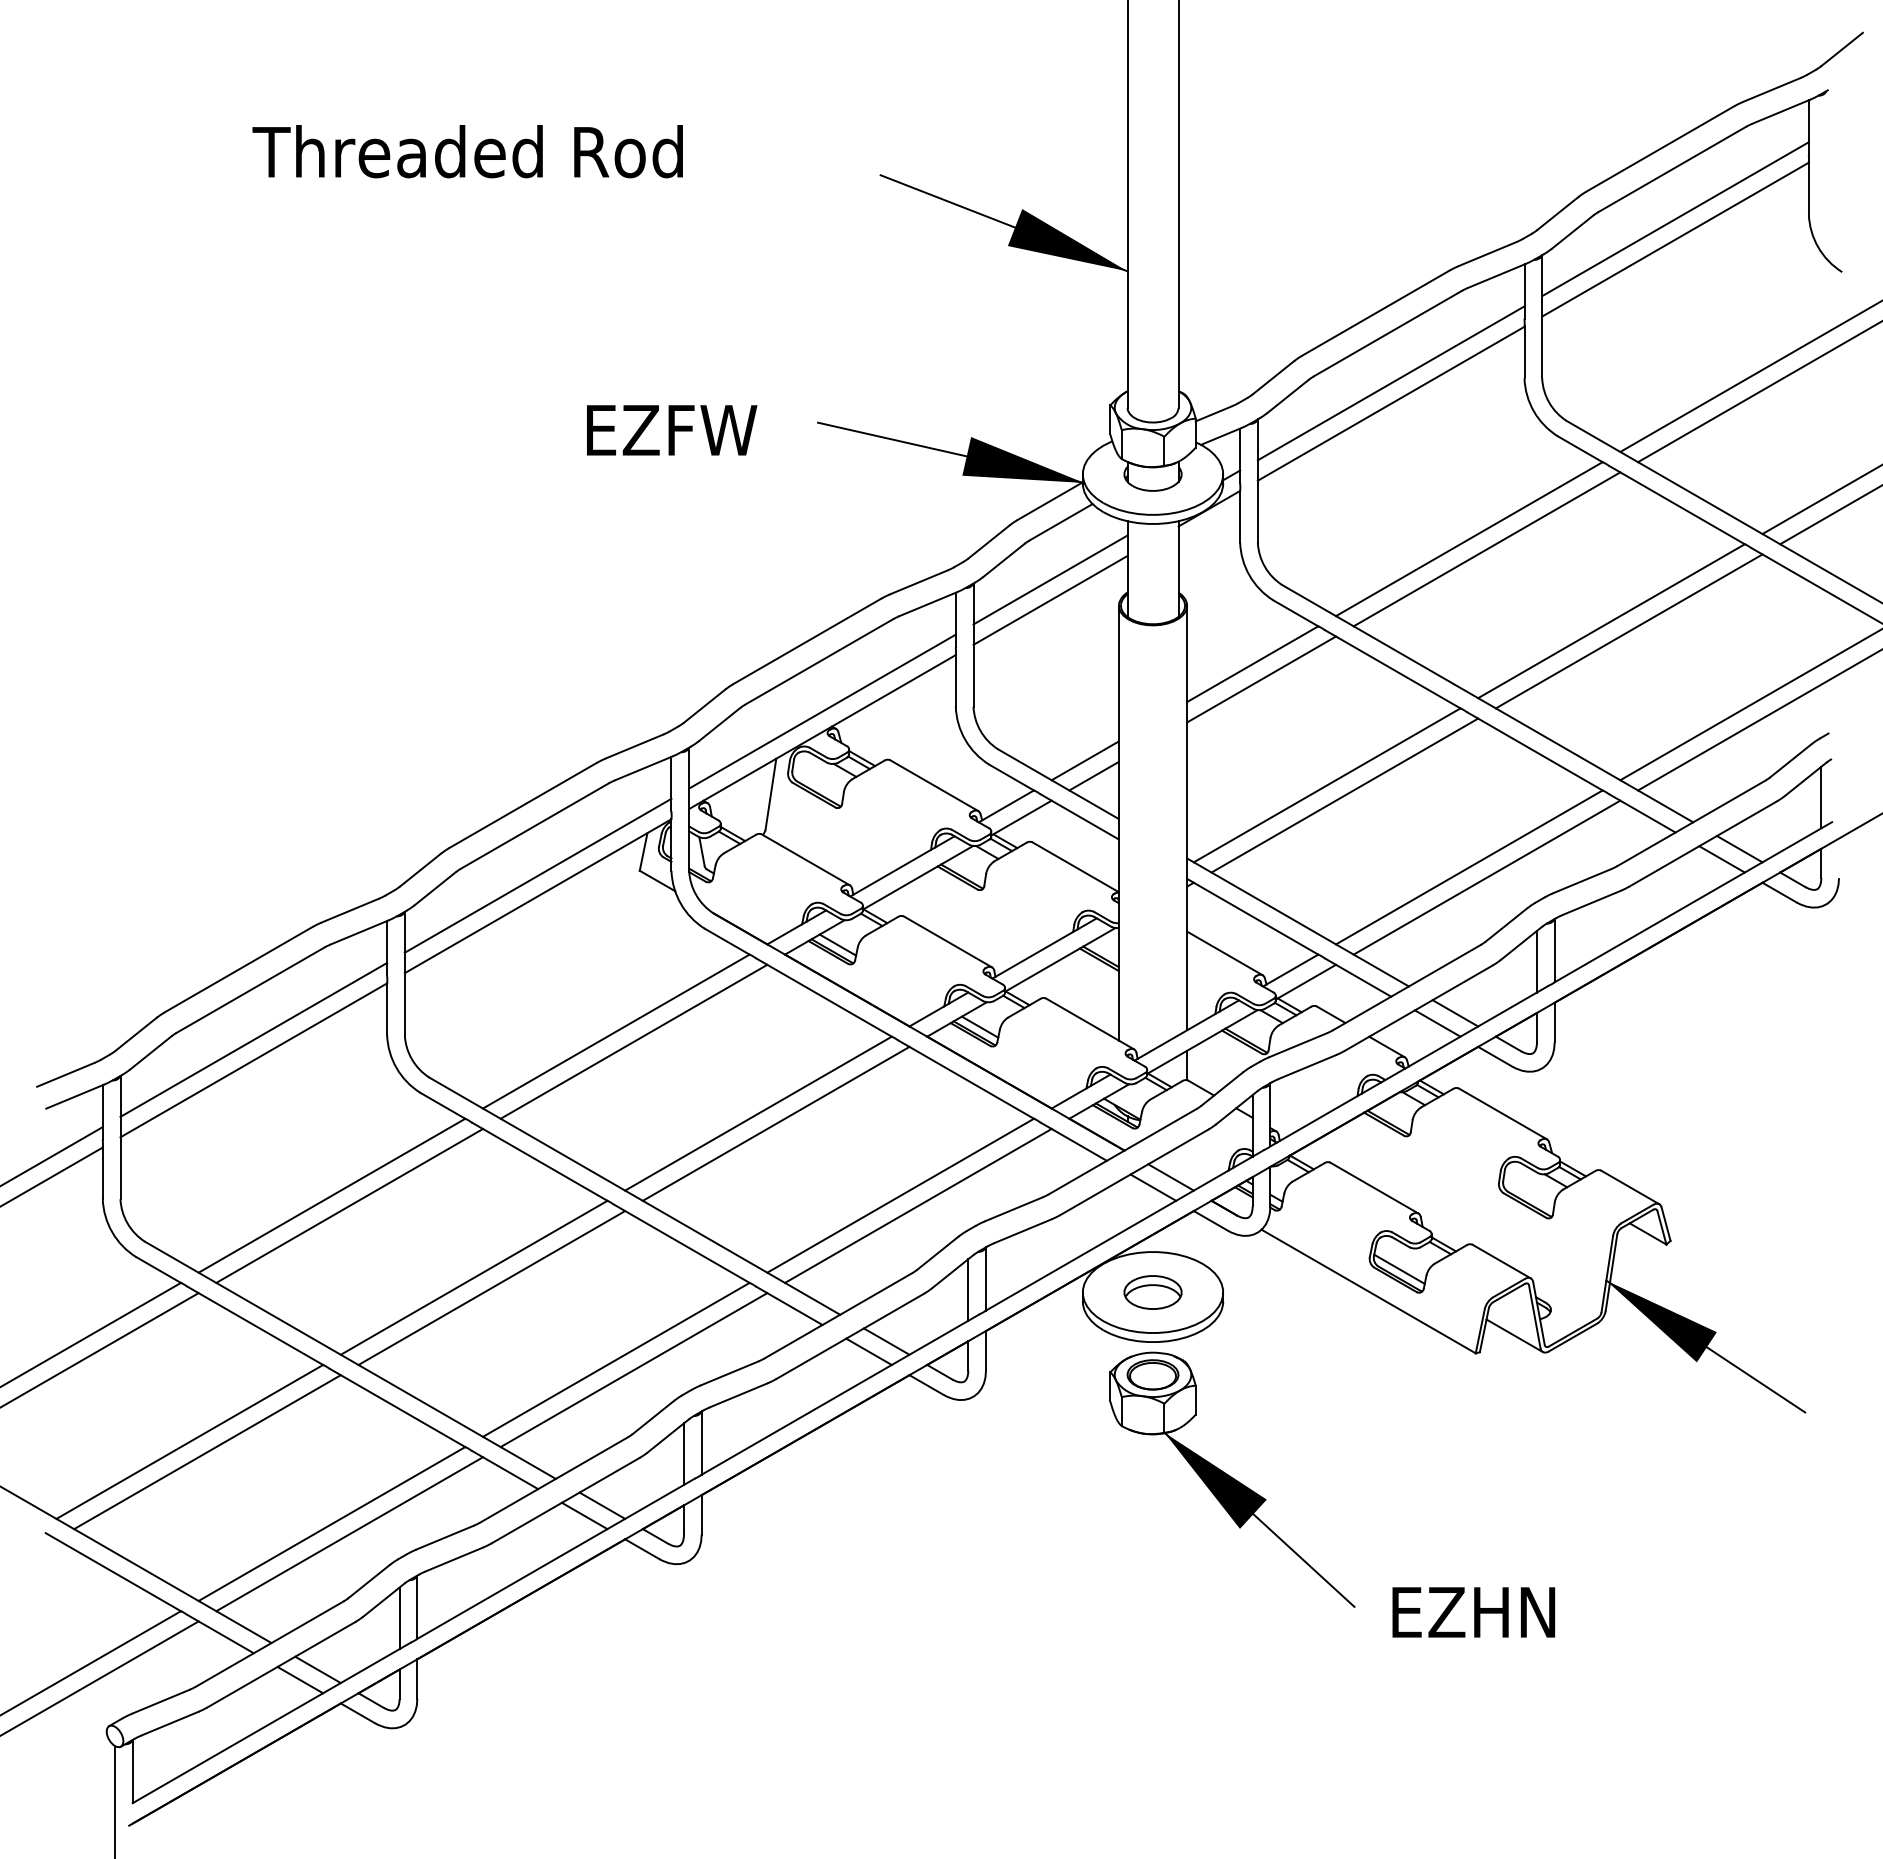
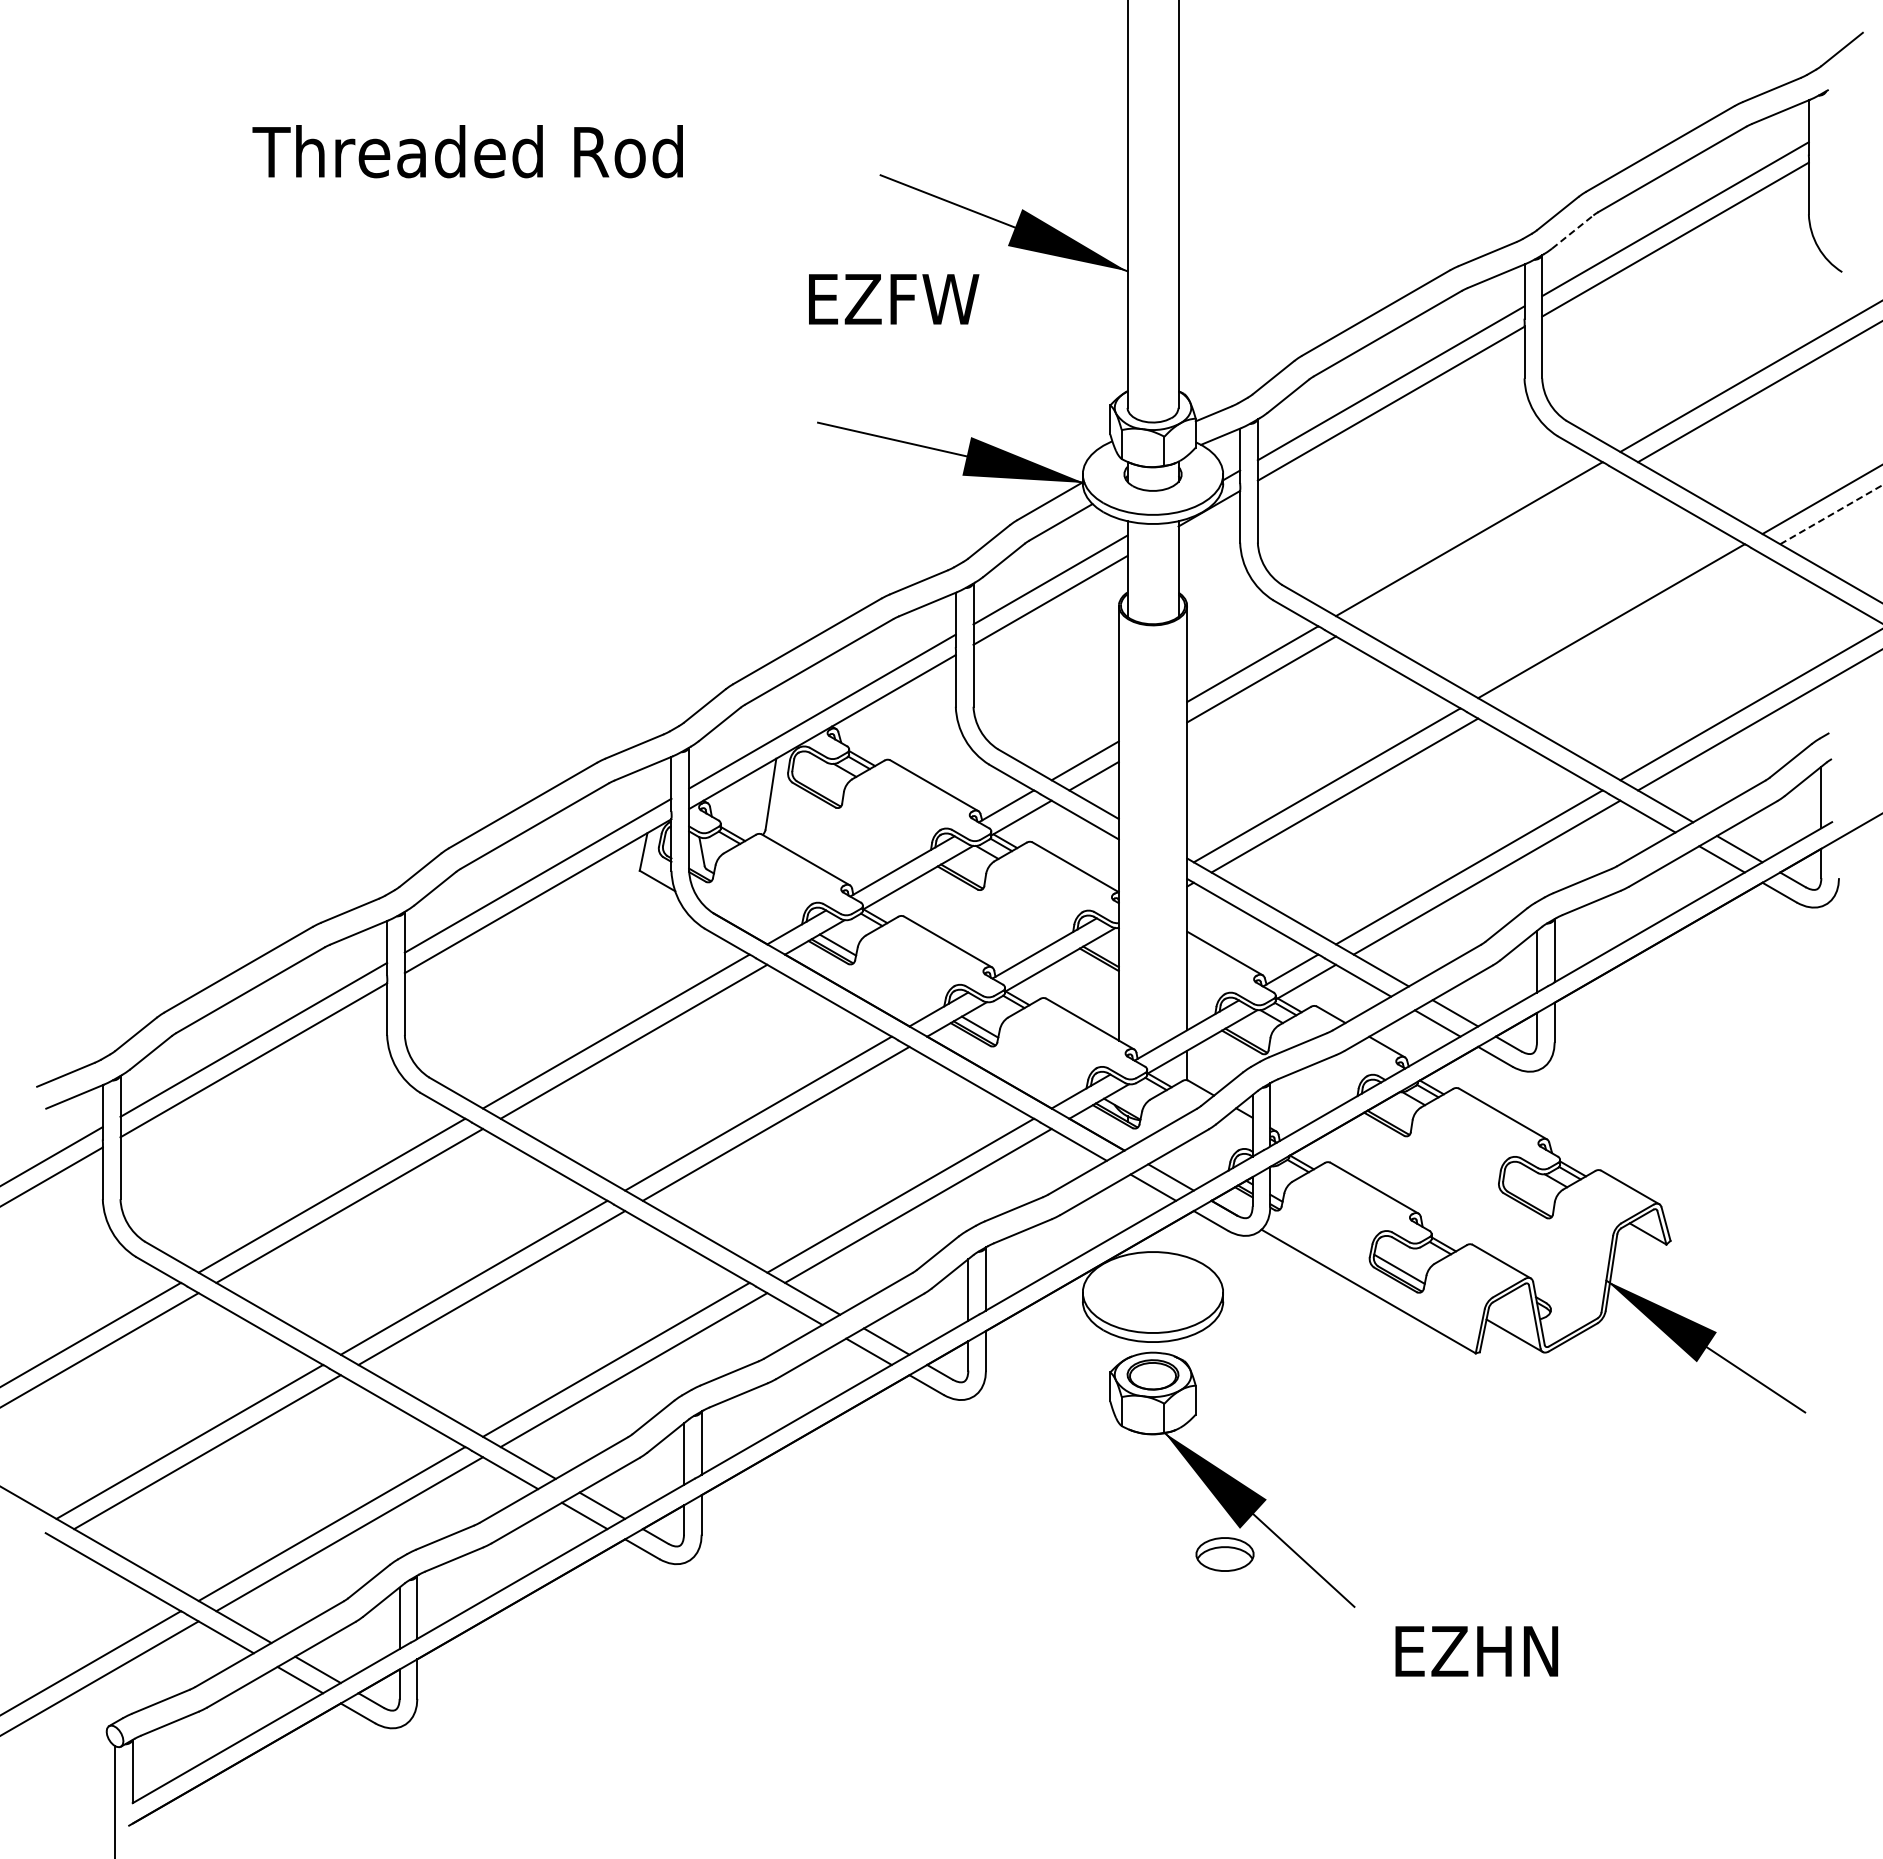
line at (1573, 231): solid -> dashed
text at (672, 430) position: (672, 430) -> (894, 299)
line at (1831, 514): solid -> dashed
line at (1486, 549): present -> none
line at (1628, 631): present -> none
part at (1152, 1292) position: (1152, 1292) -> (1224, 1554)
text at (1473, 1612) position: (1473, 1612) -> (1476, 1651)
